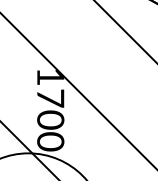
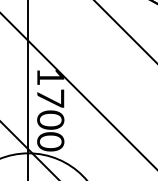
line at (28, 89): none -> present
